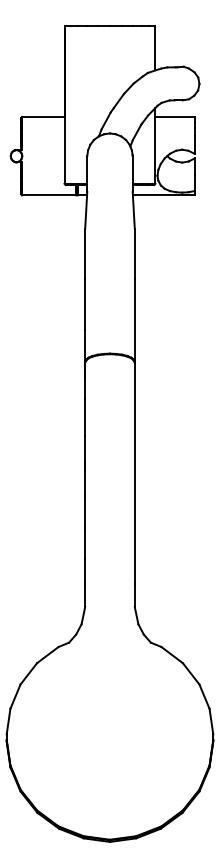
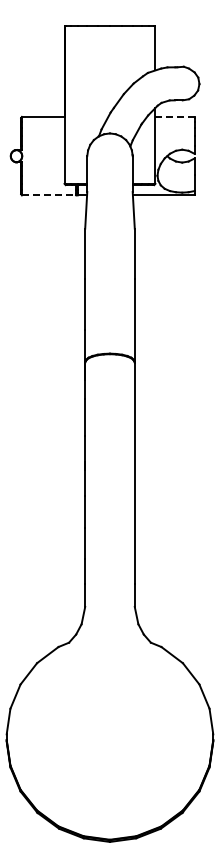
line at (175, 116): solid -> dashed
line at (49, 195): solid -> dashed
